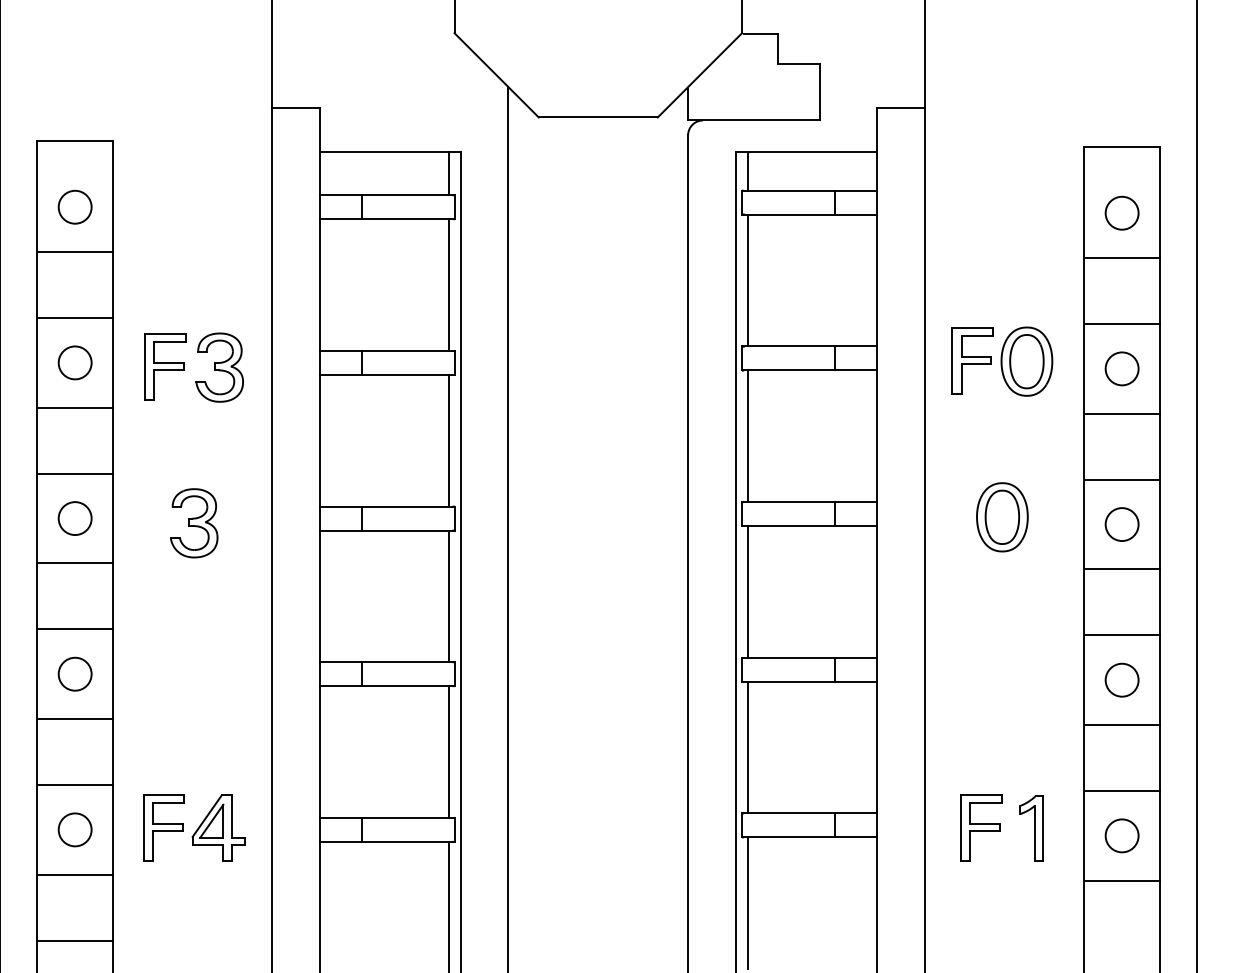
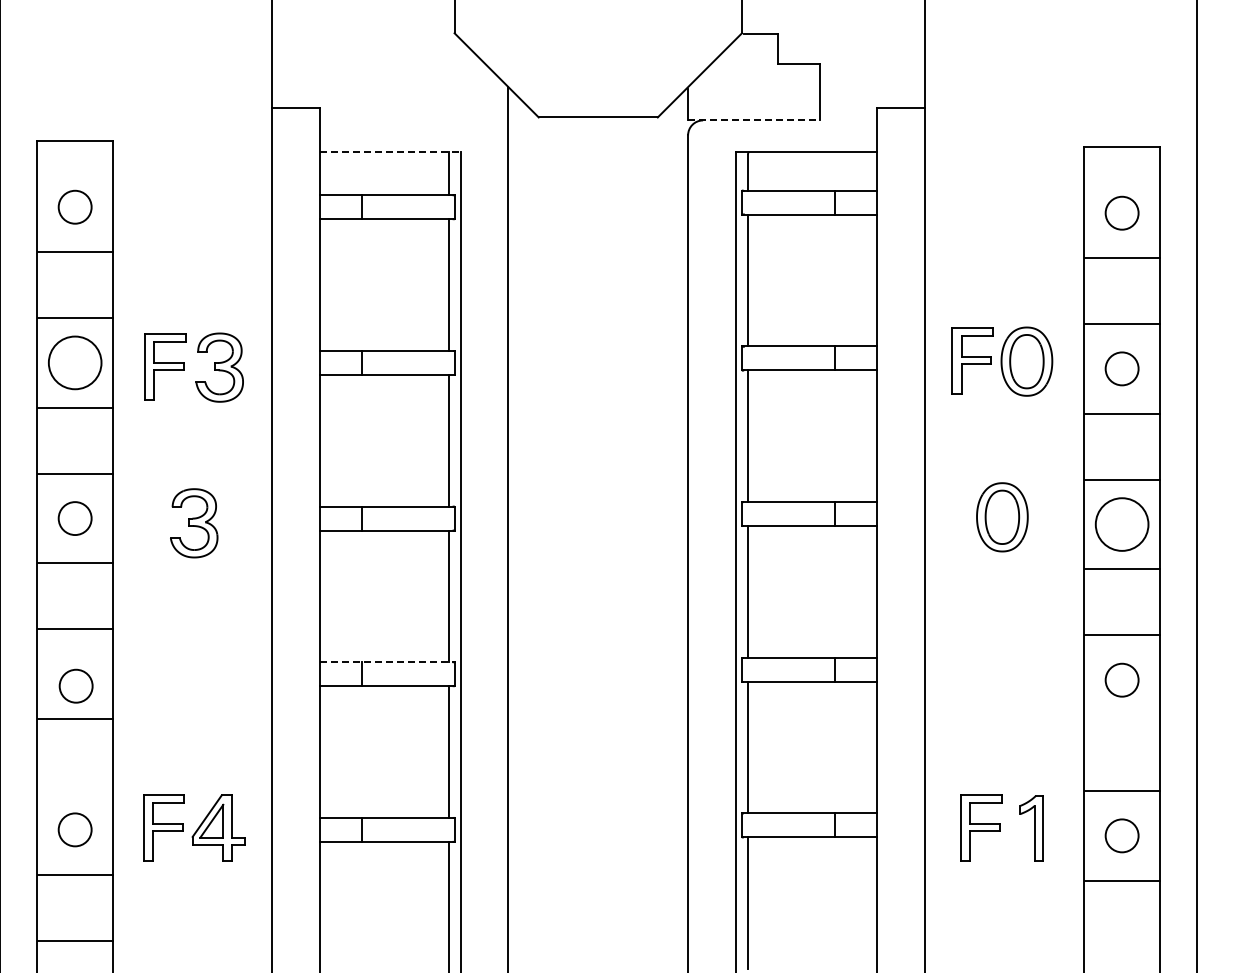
line at (753, 120): solid -> dashed
line at (390, 151): solid -> dashed
circle at (74, 362) diameter: 33 px -> 53 px
circle at (1121, 524) diameter: 33 px -> 53 px
line at (386, 662): solid -> dashed
circle at (74, 673) position: (74, 673) -> (75, 685)
line at (1121, 725): present -> none
line at (74, 784): present -> none
